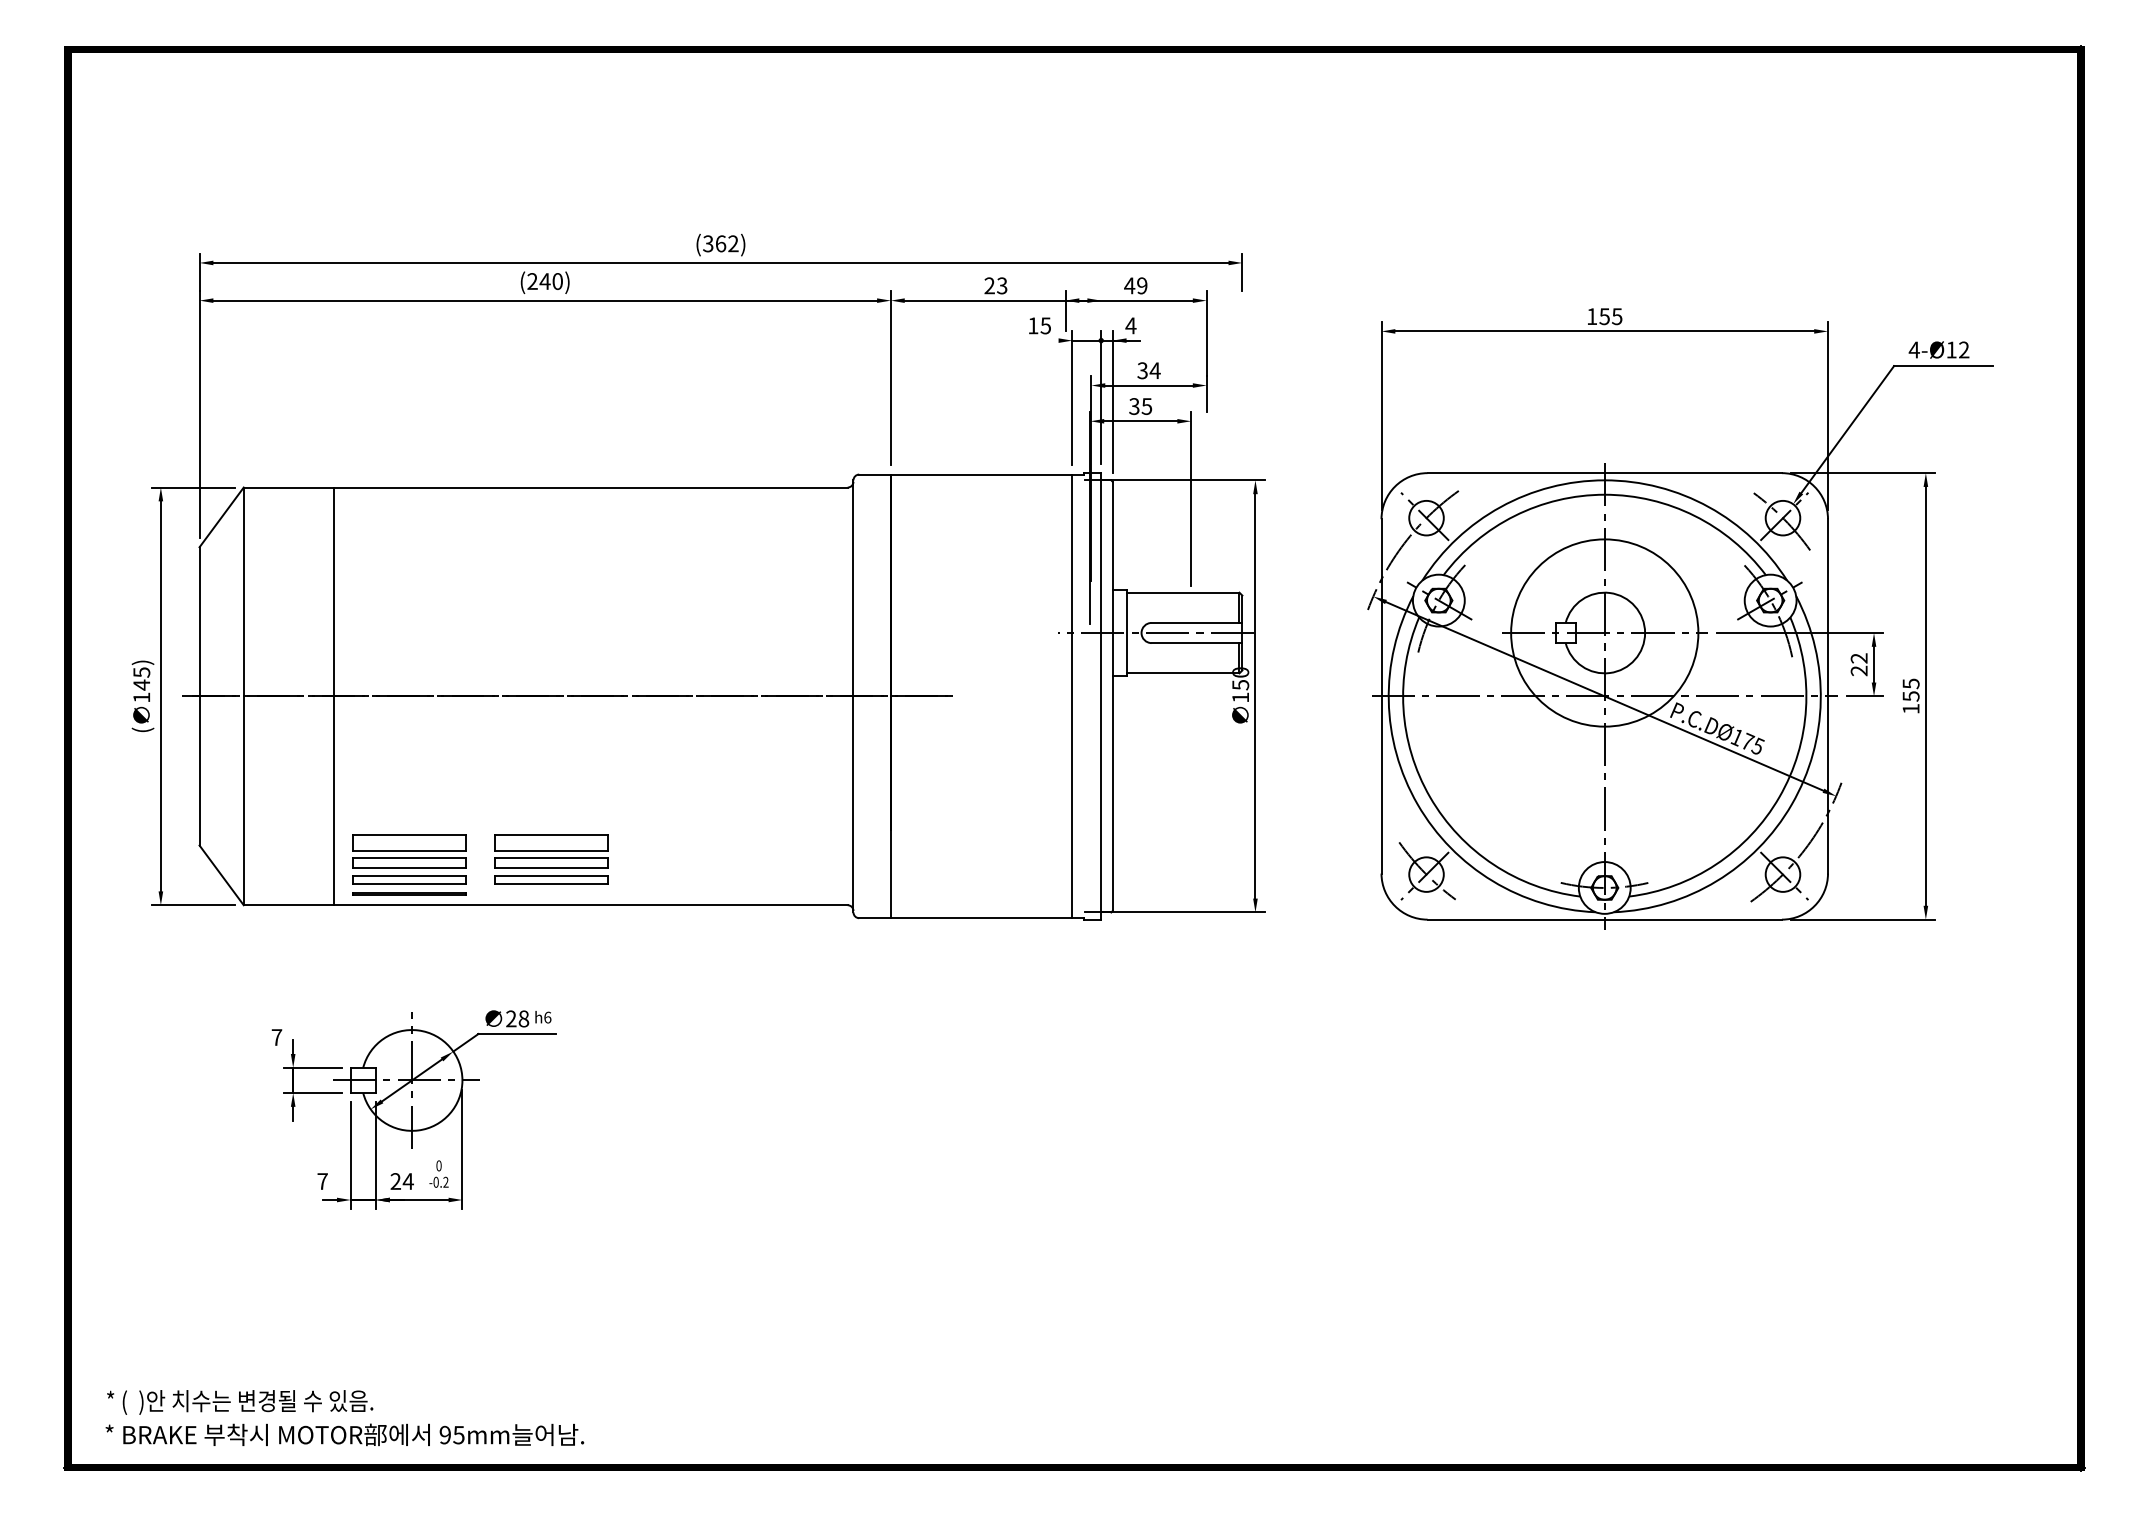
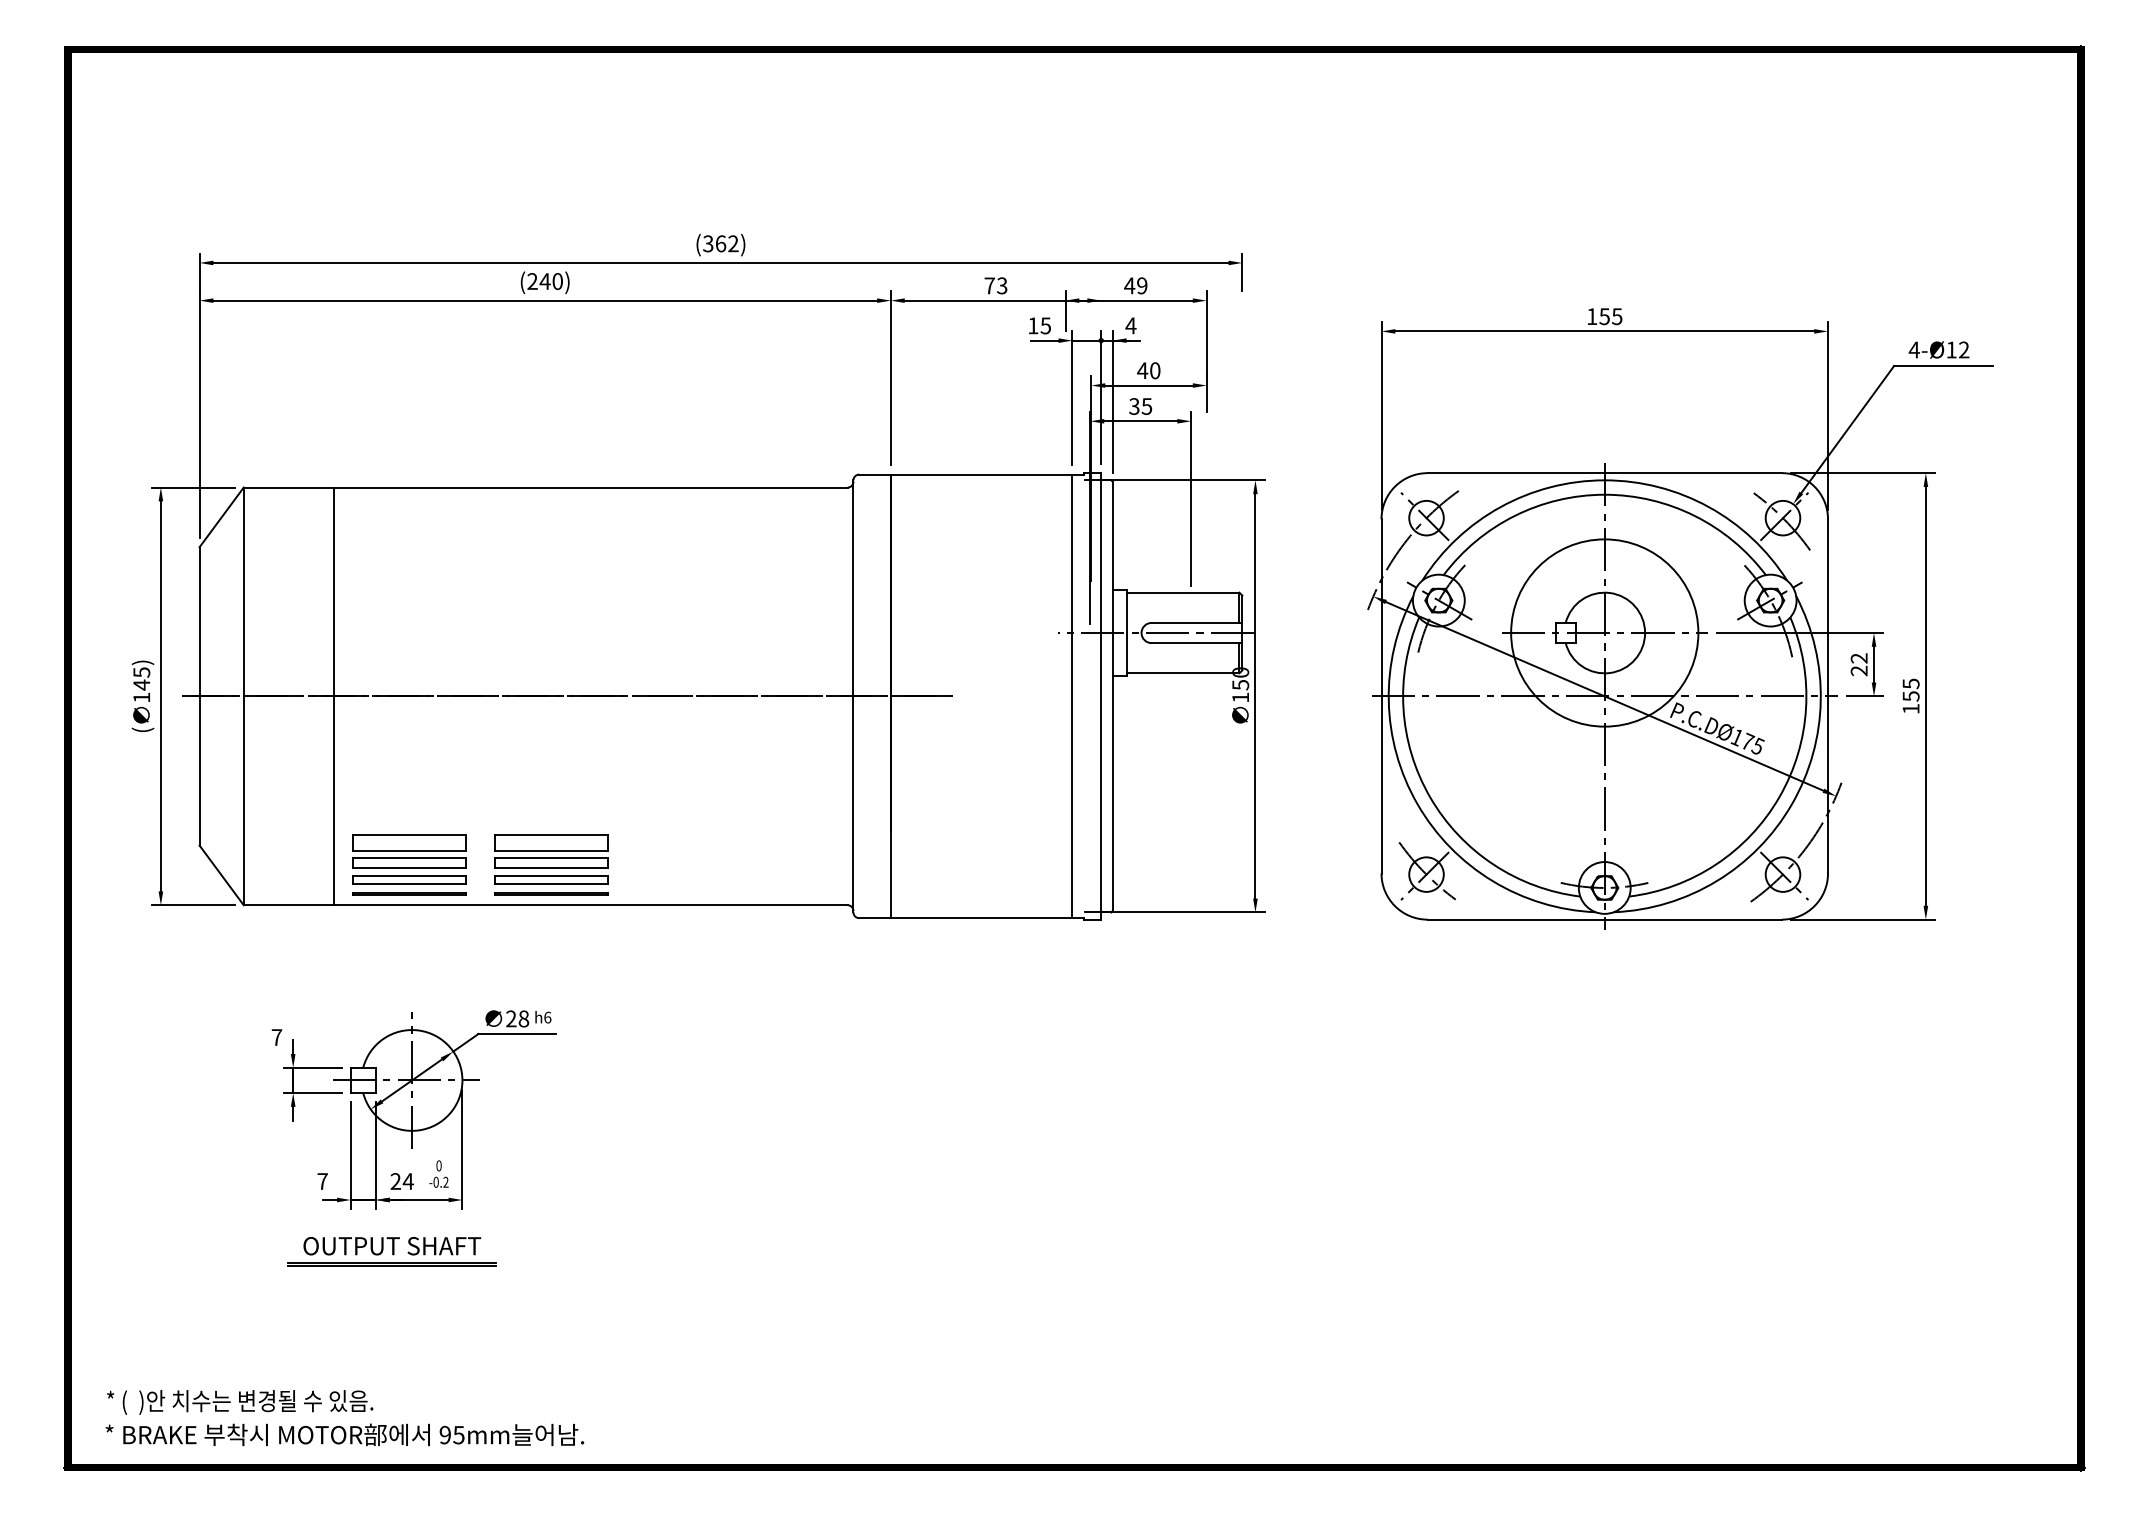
text at (989, 285): 23 -> 73
line at (1044, 340): none -> present
text at (1148, 370): 34 -> 40
line at (551, 893): none -> present
part at (391, 1251): none -> present
